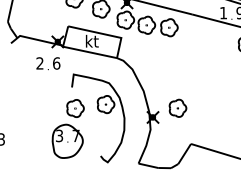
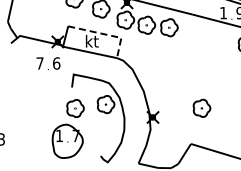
line at (105, 34): solid -> dashed
text at (39, 63): 2 -> 7
part at (177, 107) position: (177, 107) -> (201, 107)
text at (59, 135): 3 -> 1
